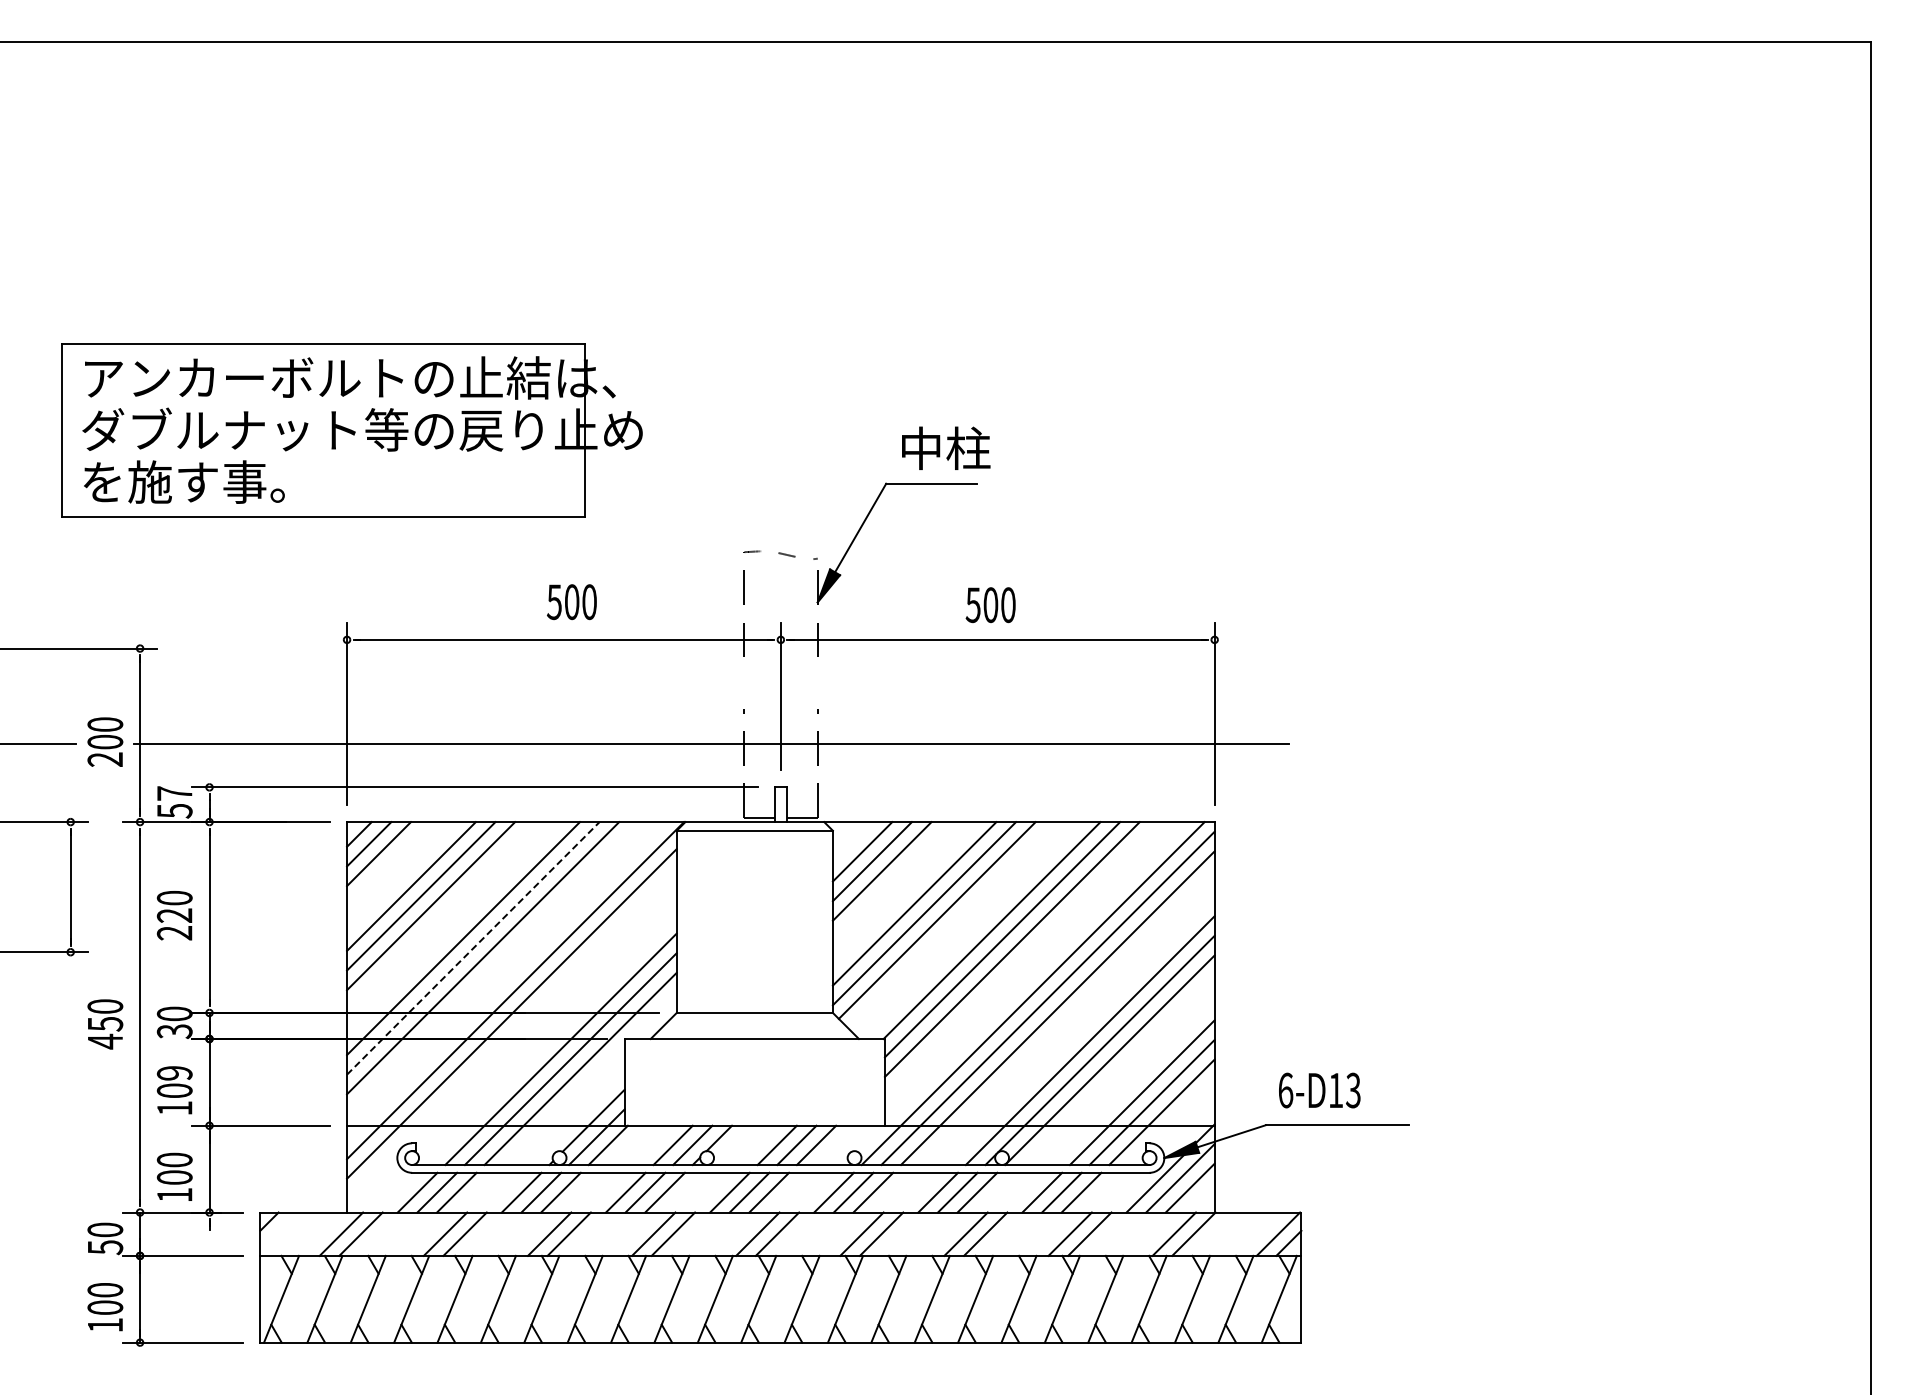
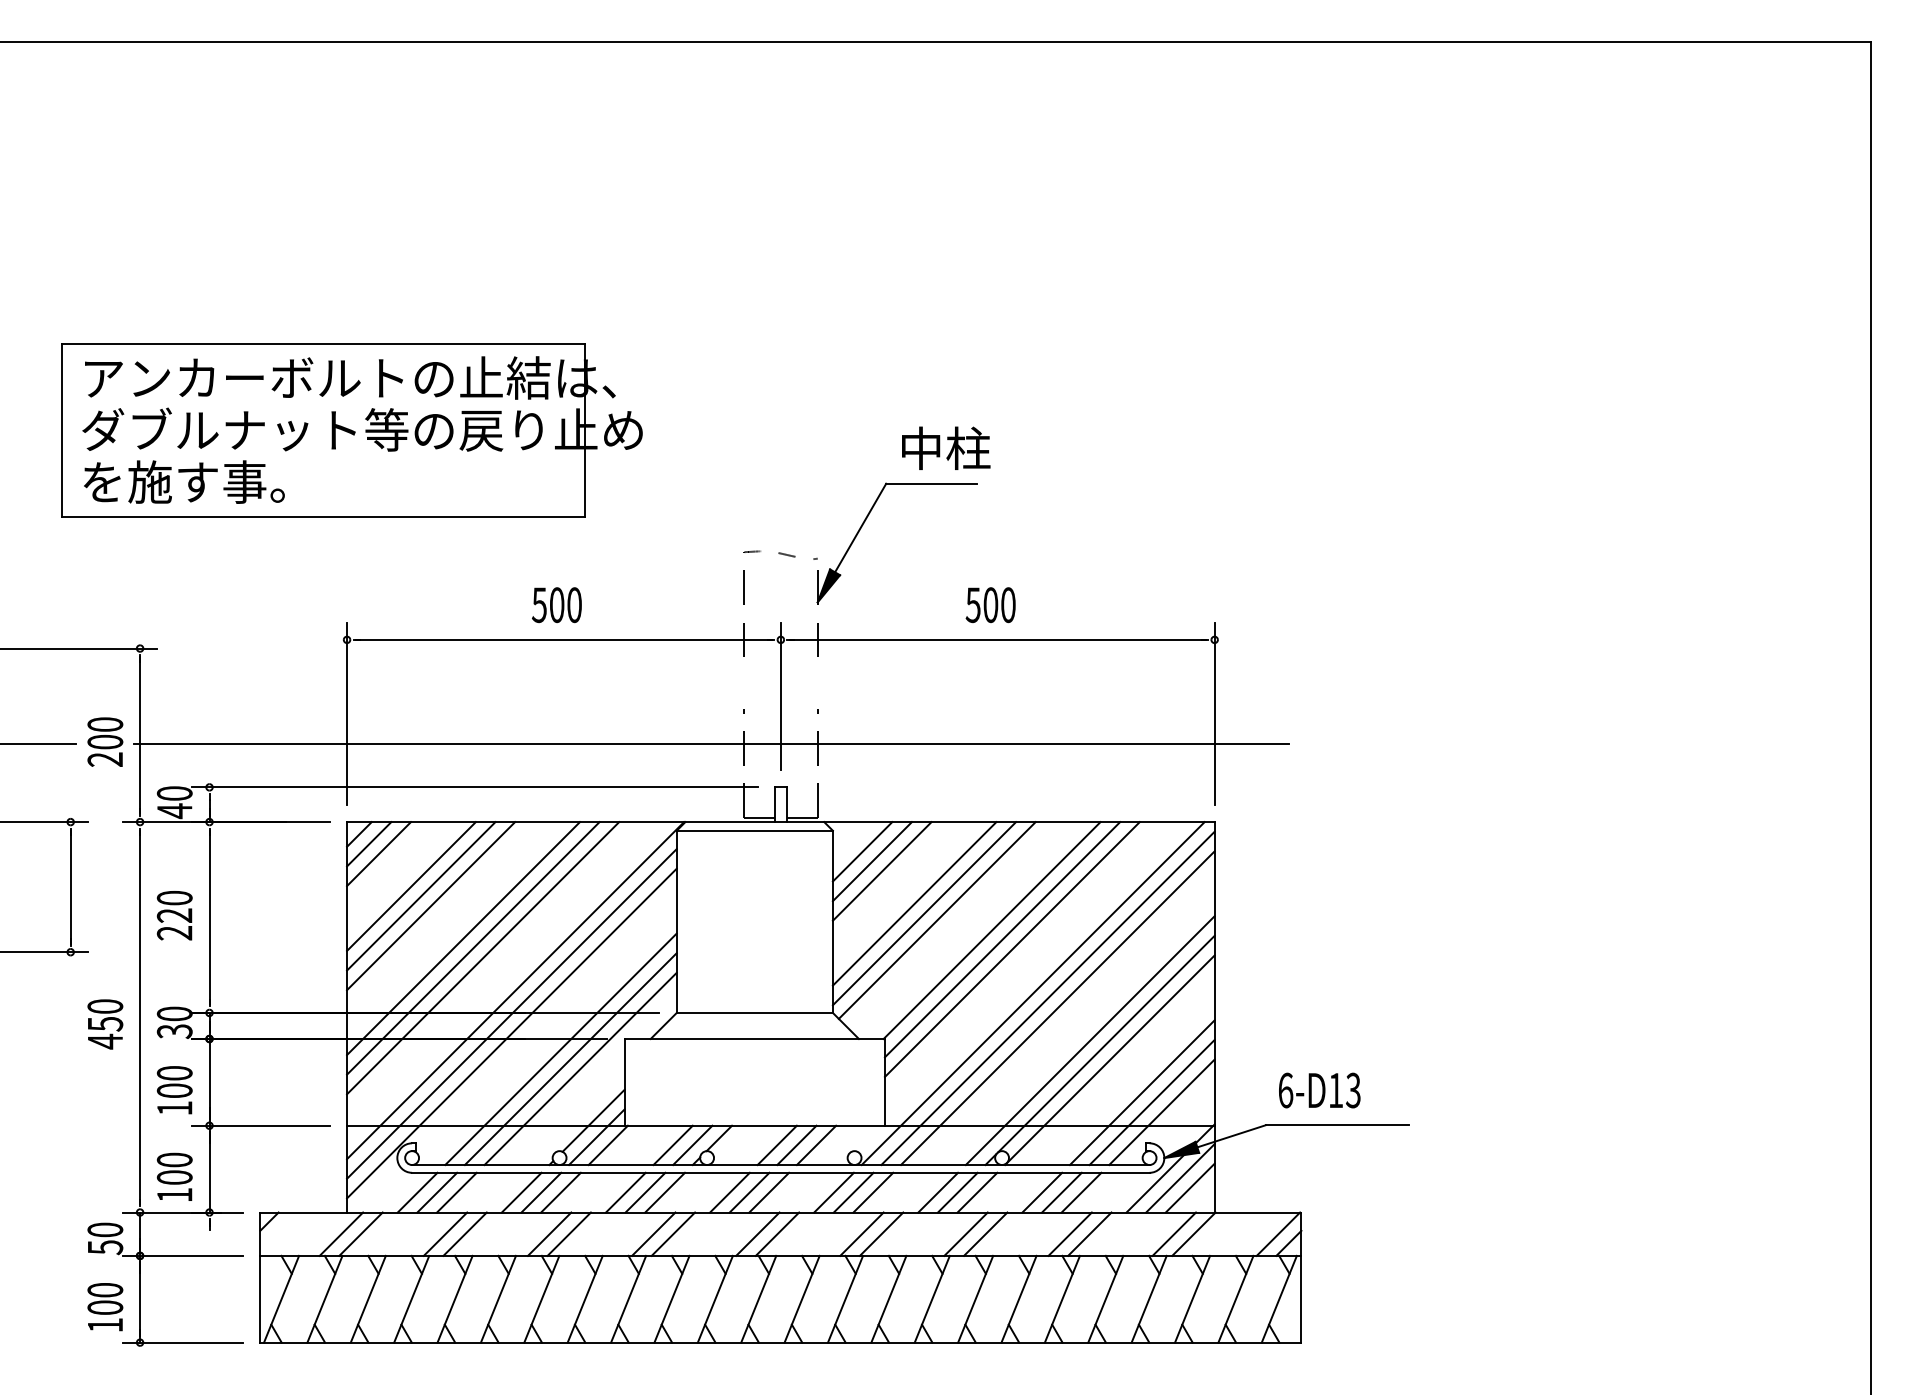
text at (571, 602) position: (571, 602) -> (556, 605)
text at (174, 802): 57 -> 40
line at (473, 948): dashed -> solid
line at (511, 1033): none -> present
text at (174, 1073): 109 -> 100
